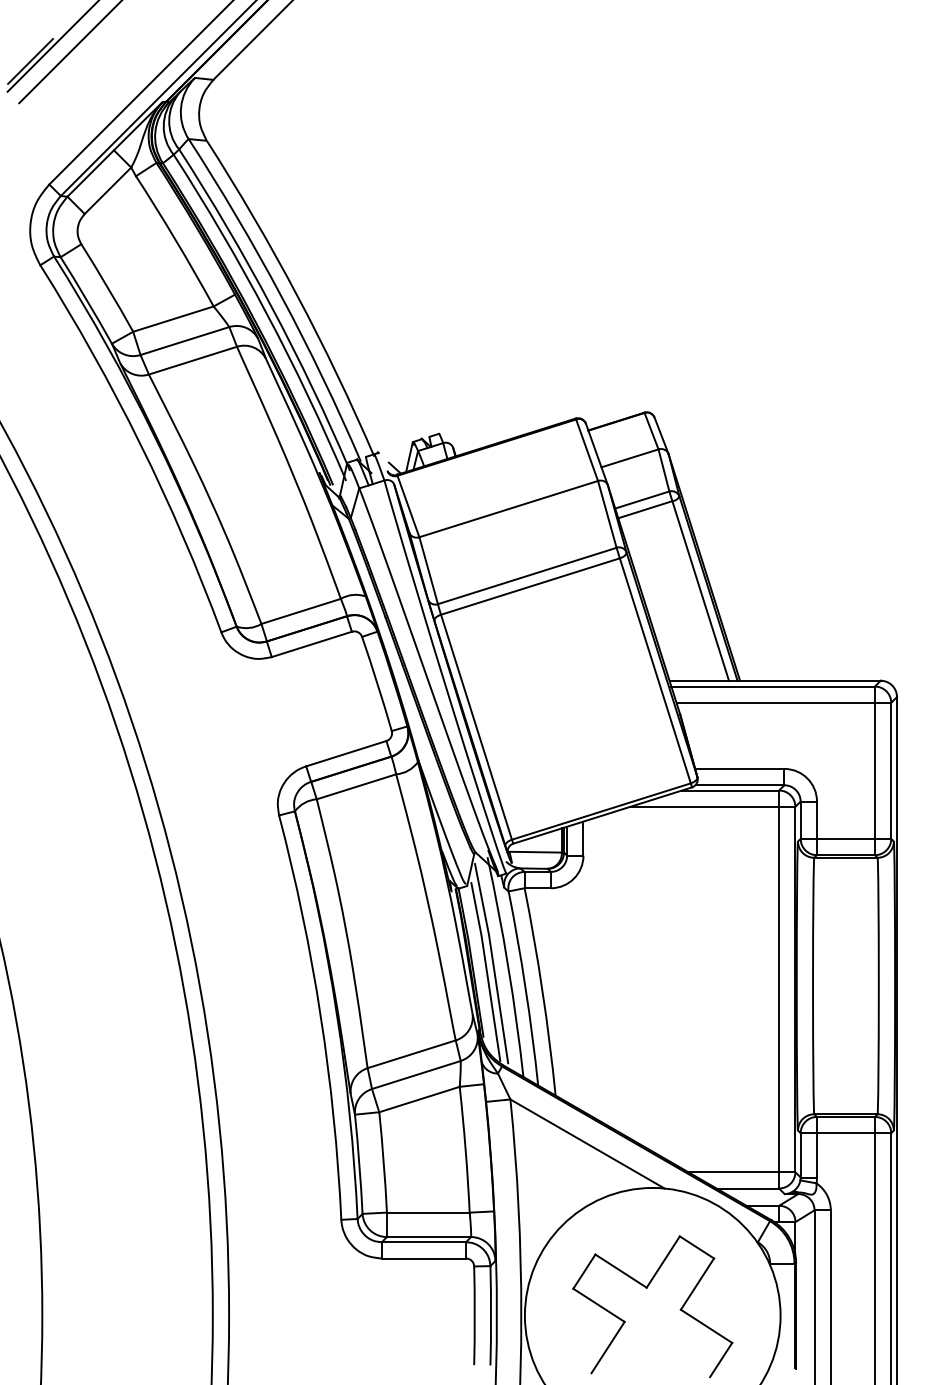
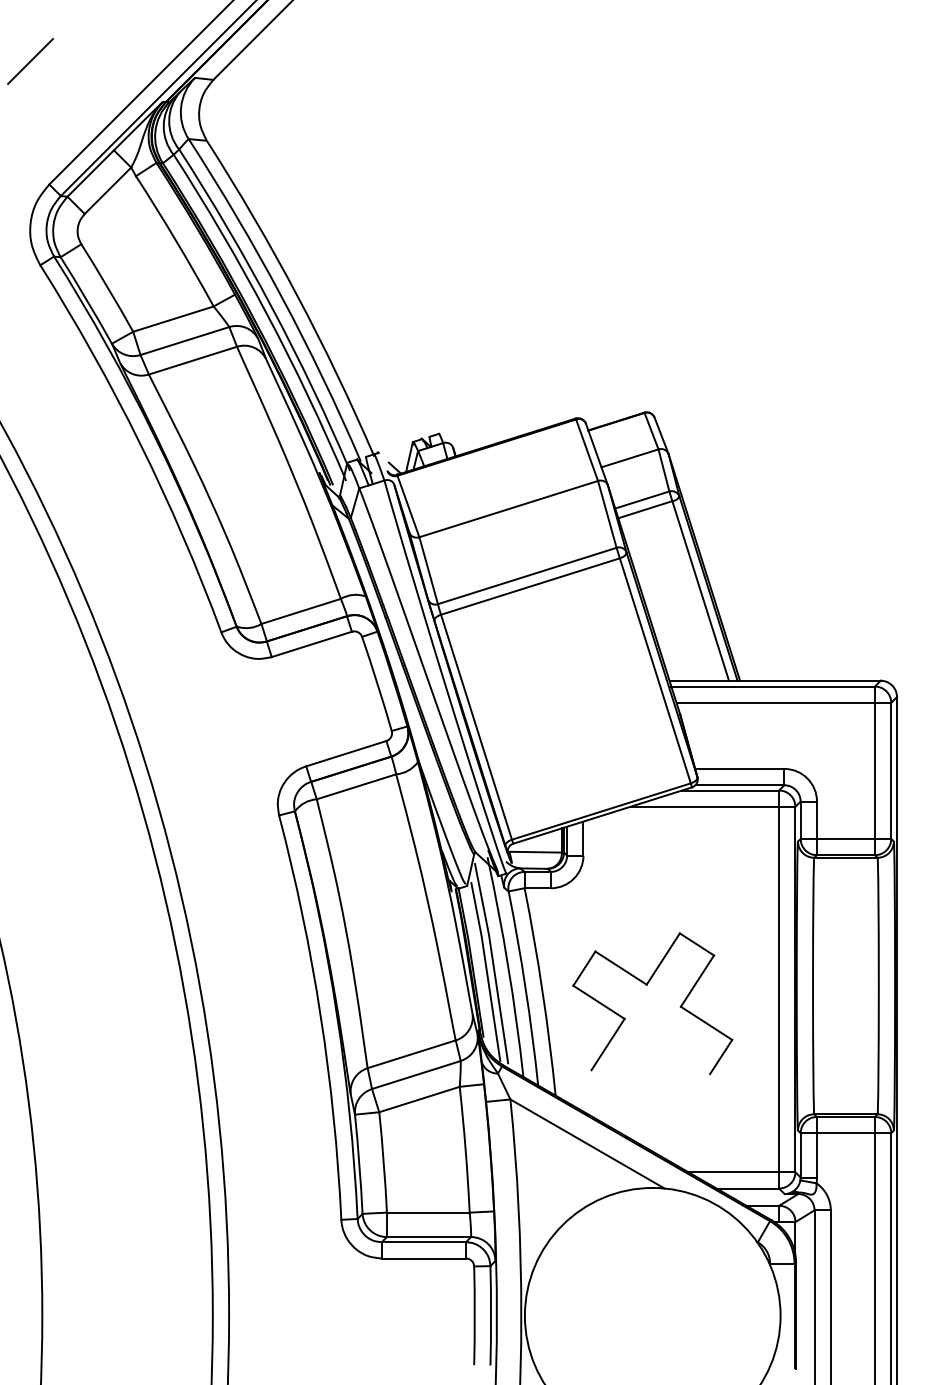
line at (51, 46): present -> none
line at (69, 52): present -> none
part at (647, 1288) position: (647, 1288) -> (647, 985)
